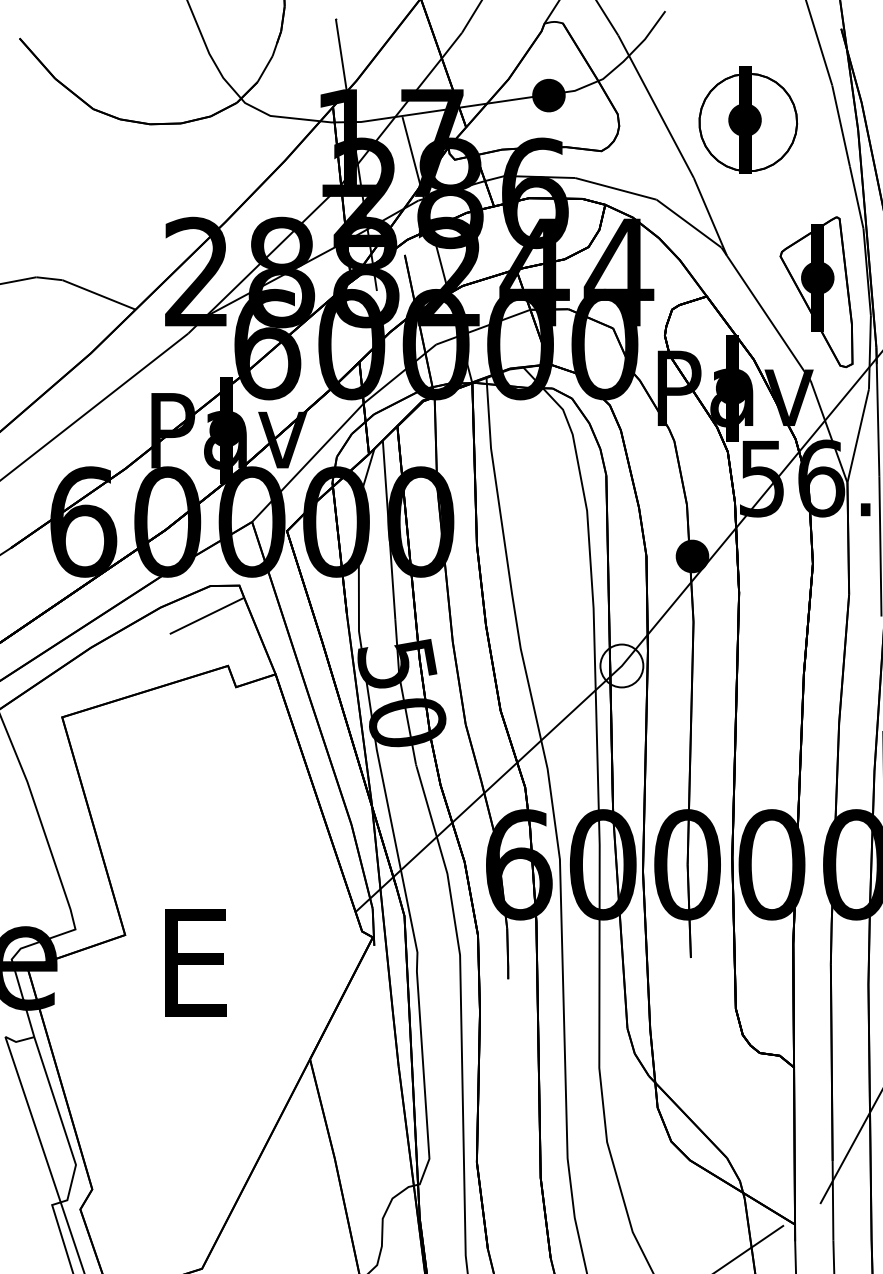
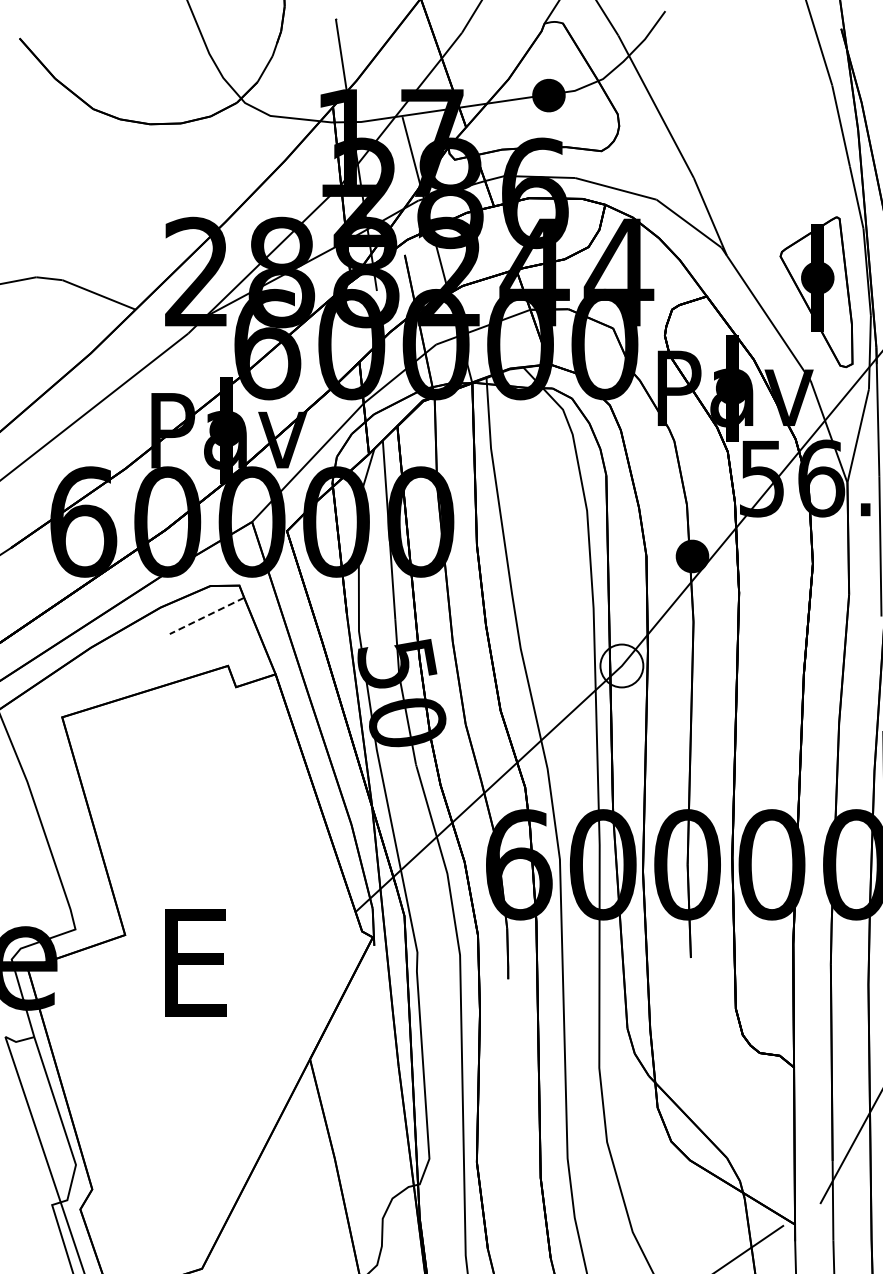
part at (748, 119): present -> none
line at (206, 616): solid -> dashed
